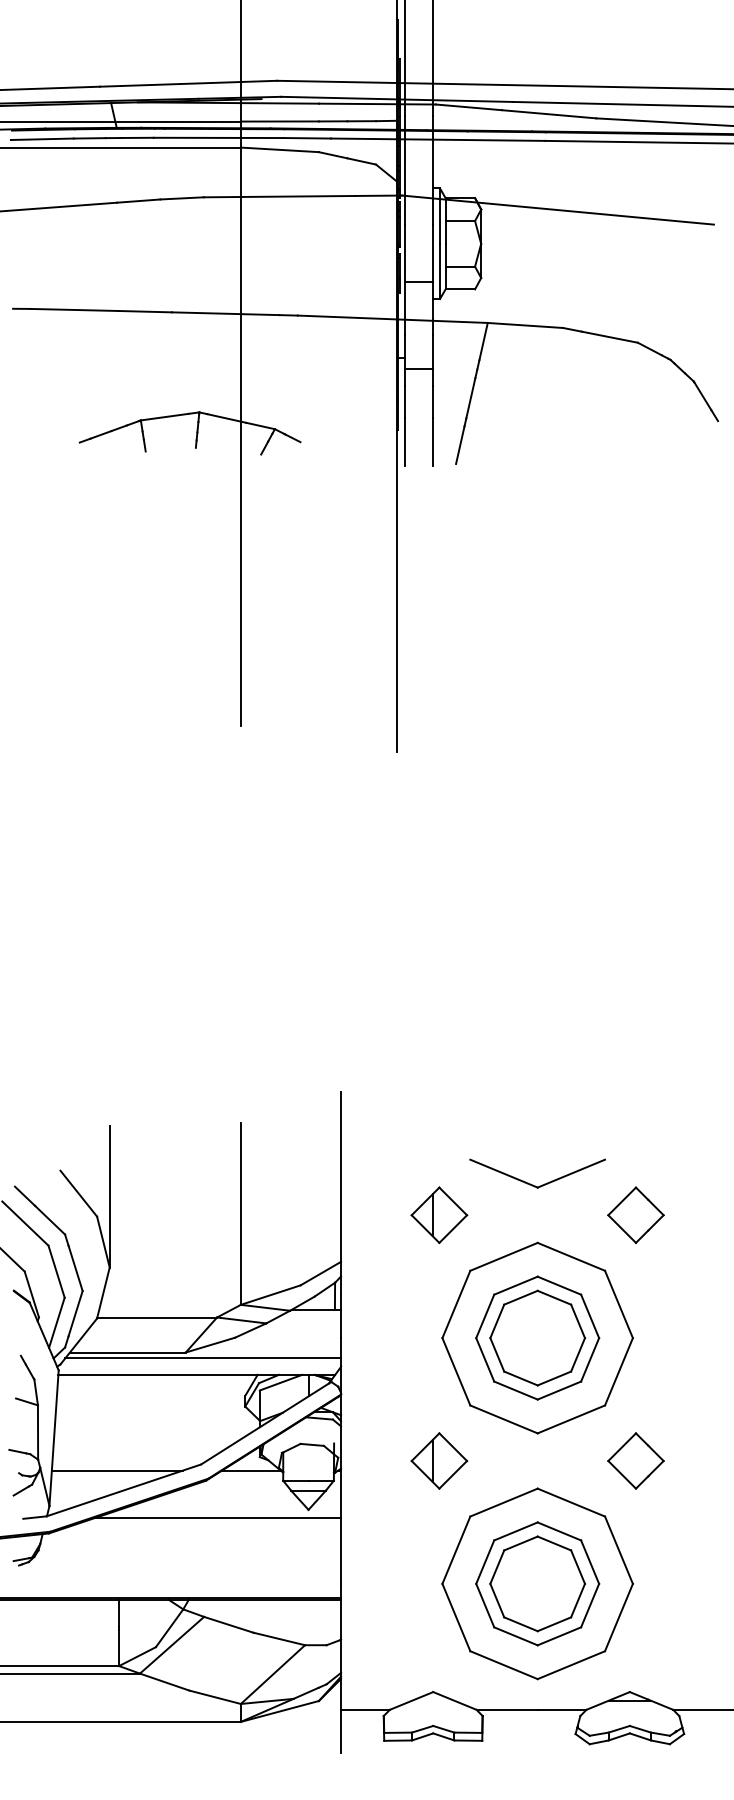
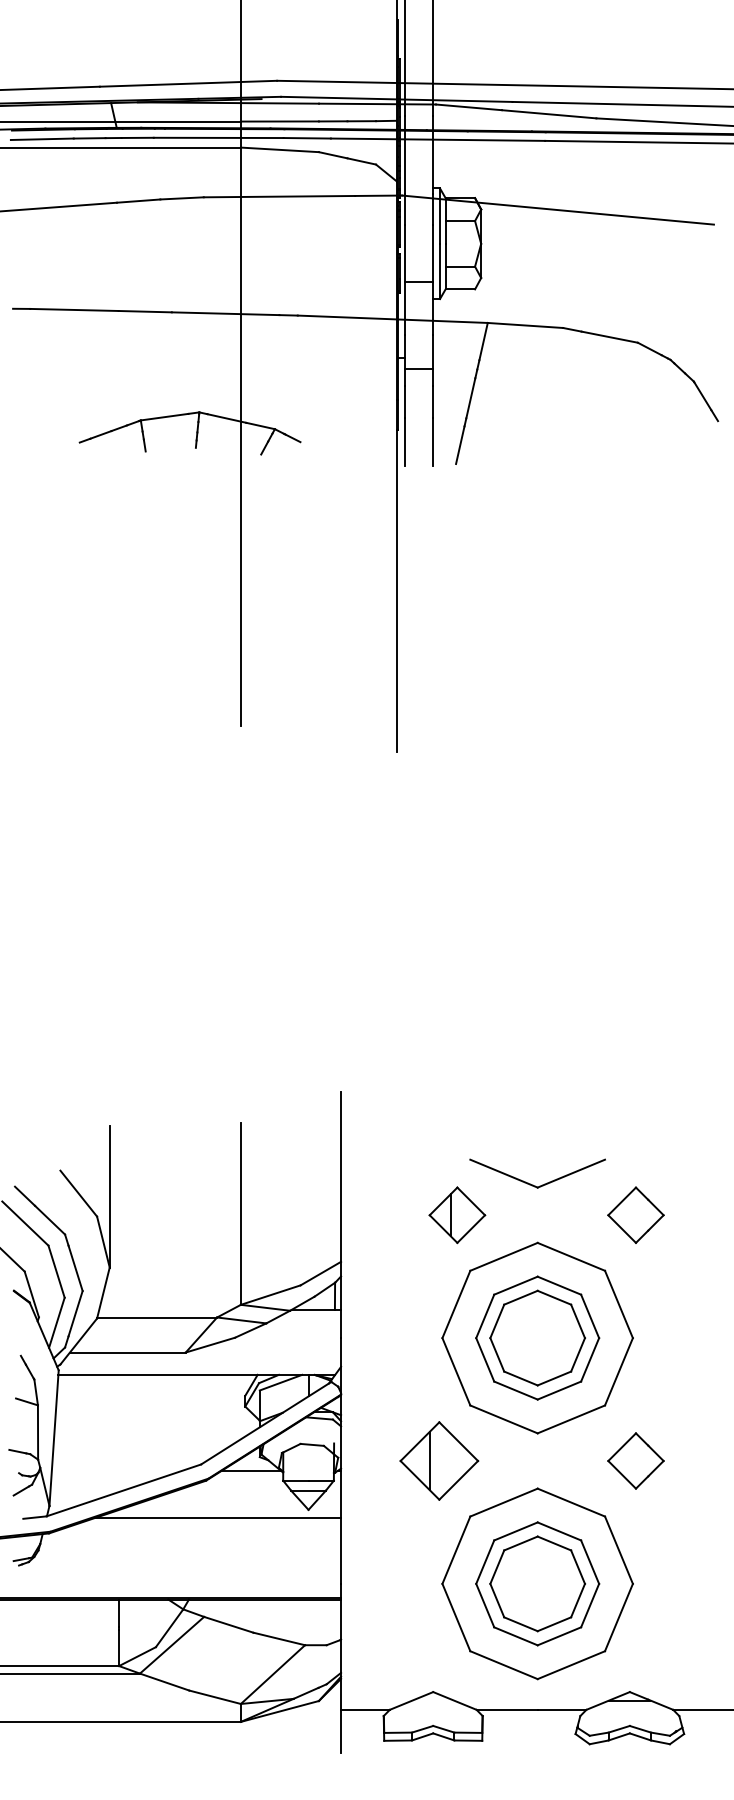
part at (439, 1215) position: (439, 1215) -> (457, 1215)
line at (203, 1358): present -> none
part at (439, 1460) size: 59x58 px -> 81x80 px
line at (116, 1470): present -> none
